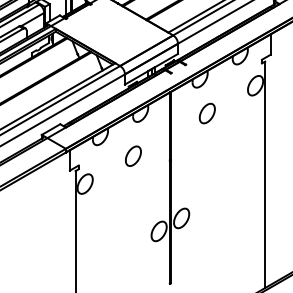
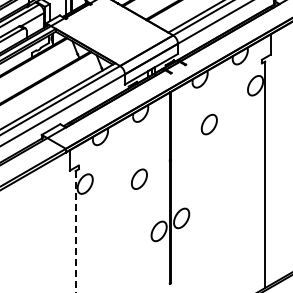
part at (206, 113) position: (206, 113) -> (208, 124)
part at (133, 155) position: (133, 155) -> (139, 178)
line at (75, 231): solid -> dashed
